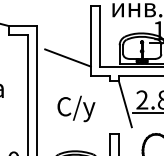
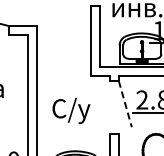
line at (67, 57): present -> none
line at (125, 104): solid -> dashed
text at (76, 108) position: (76, 108) -> (71, 110)
